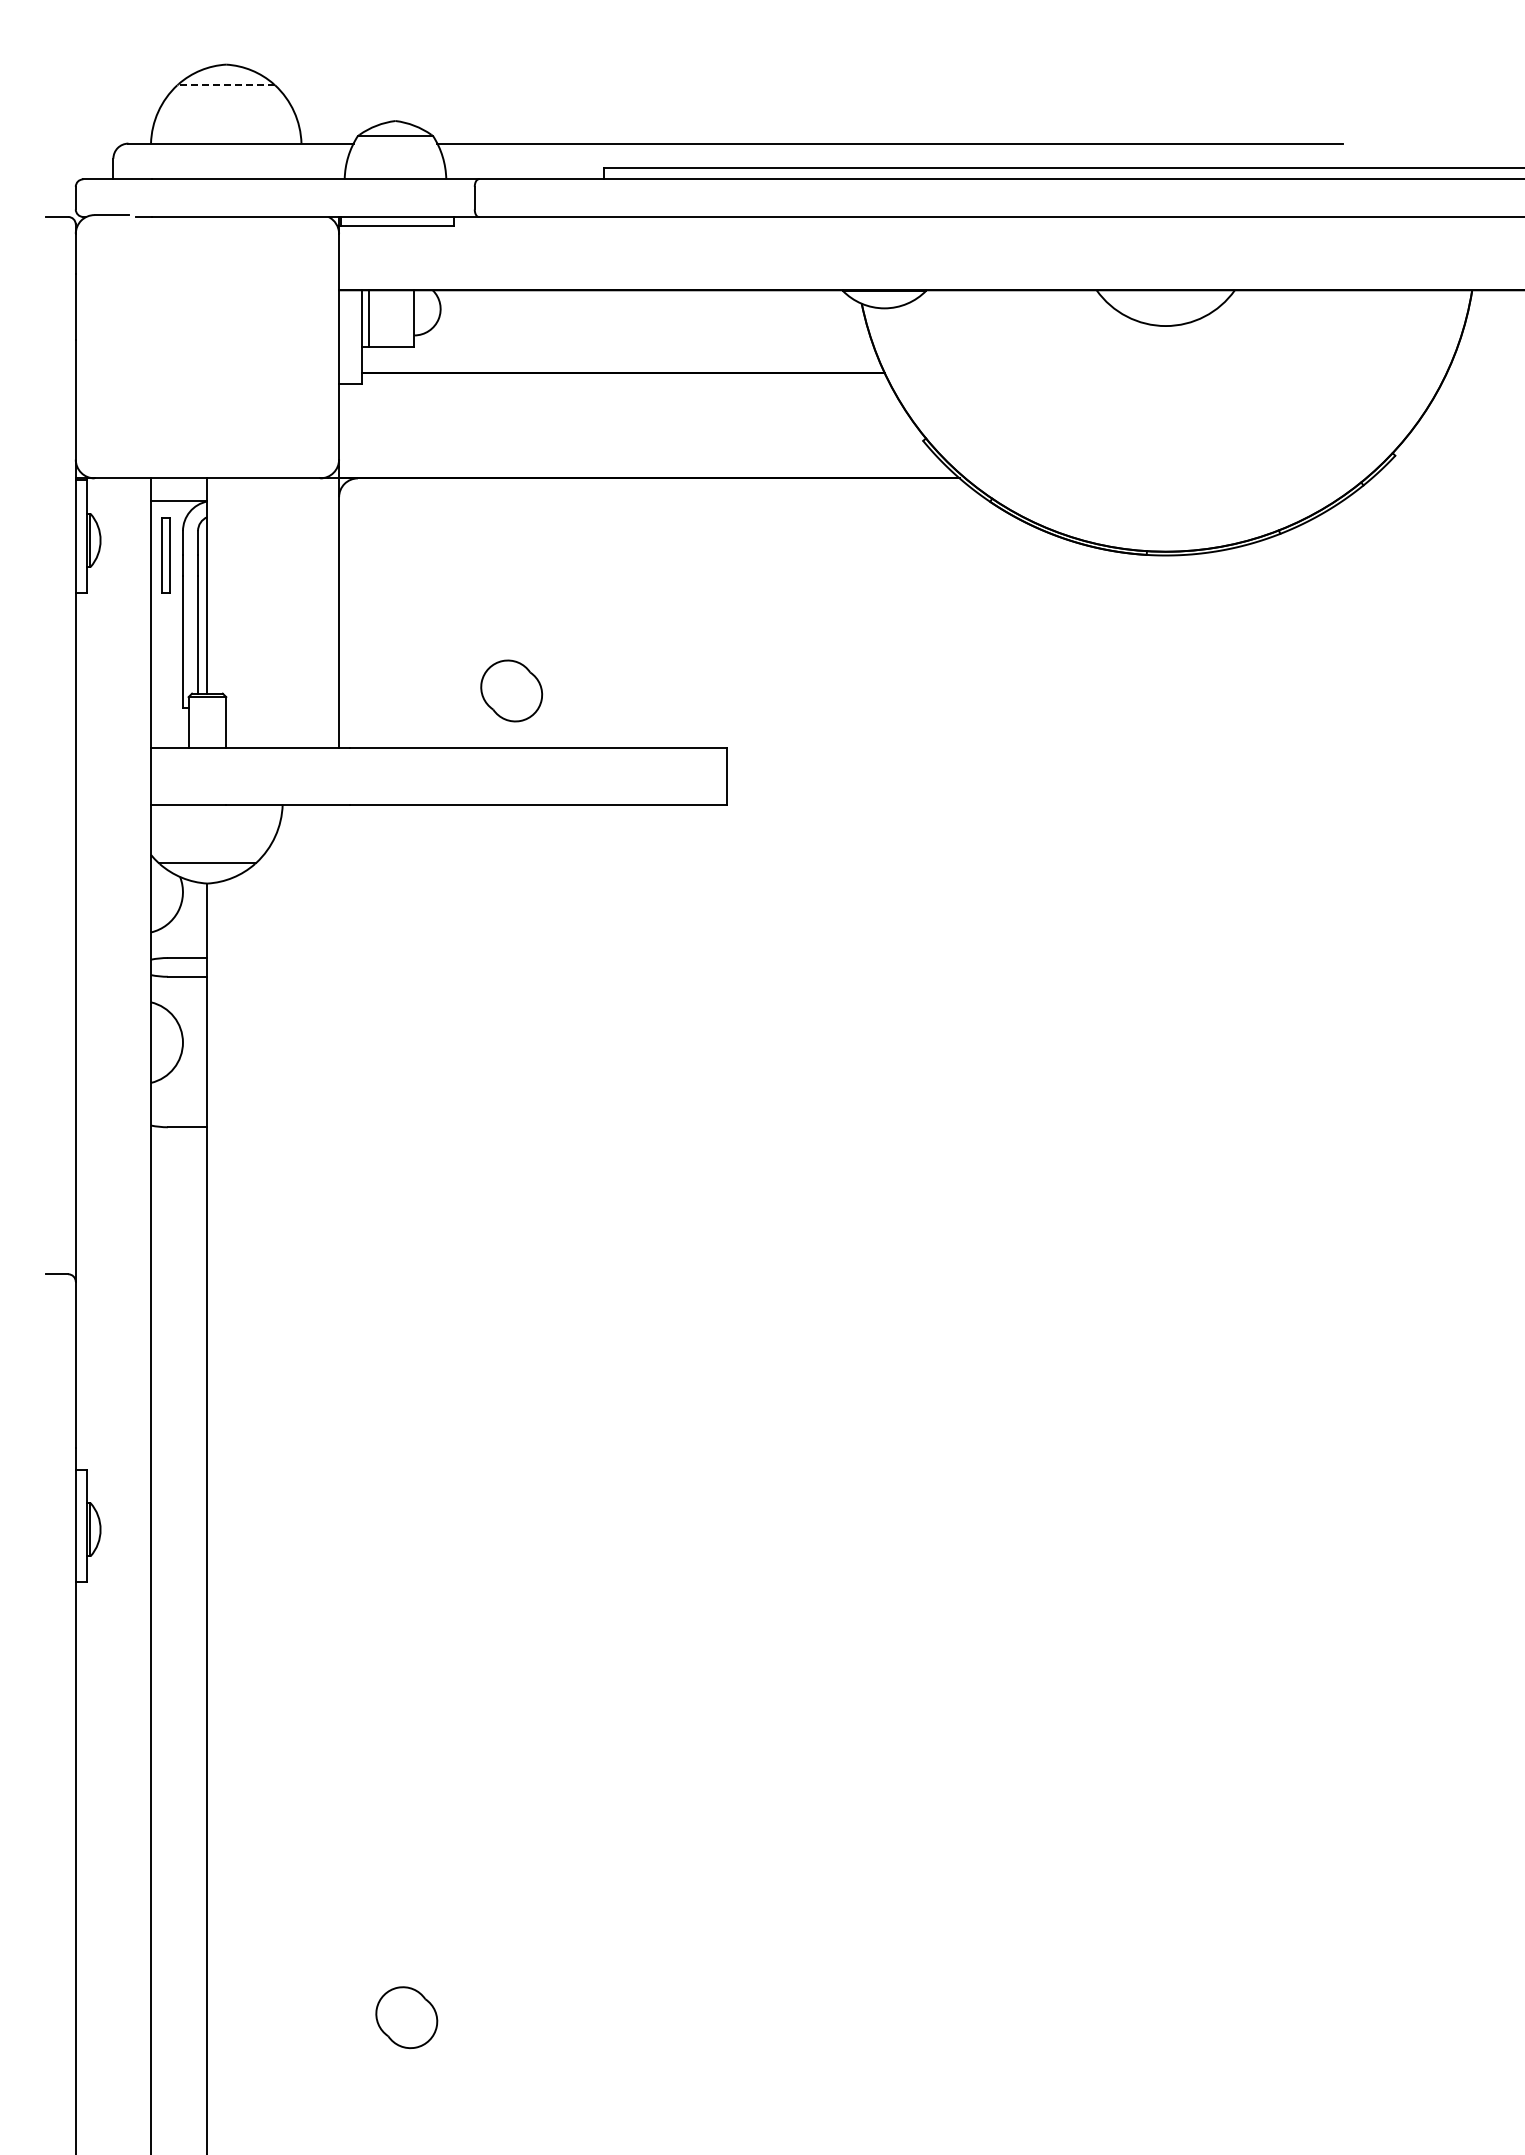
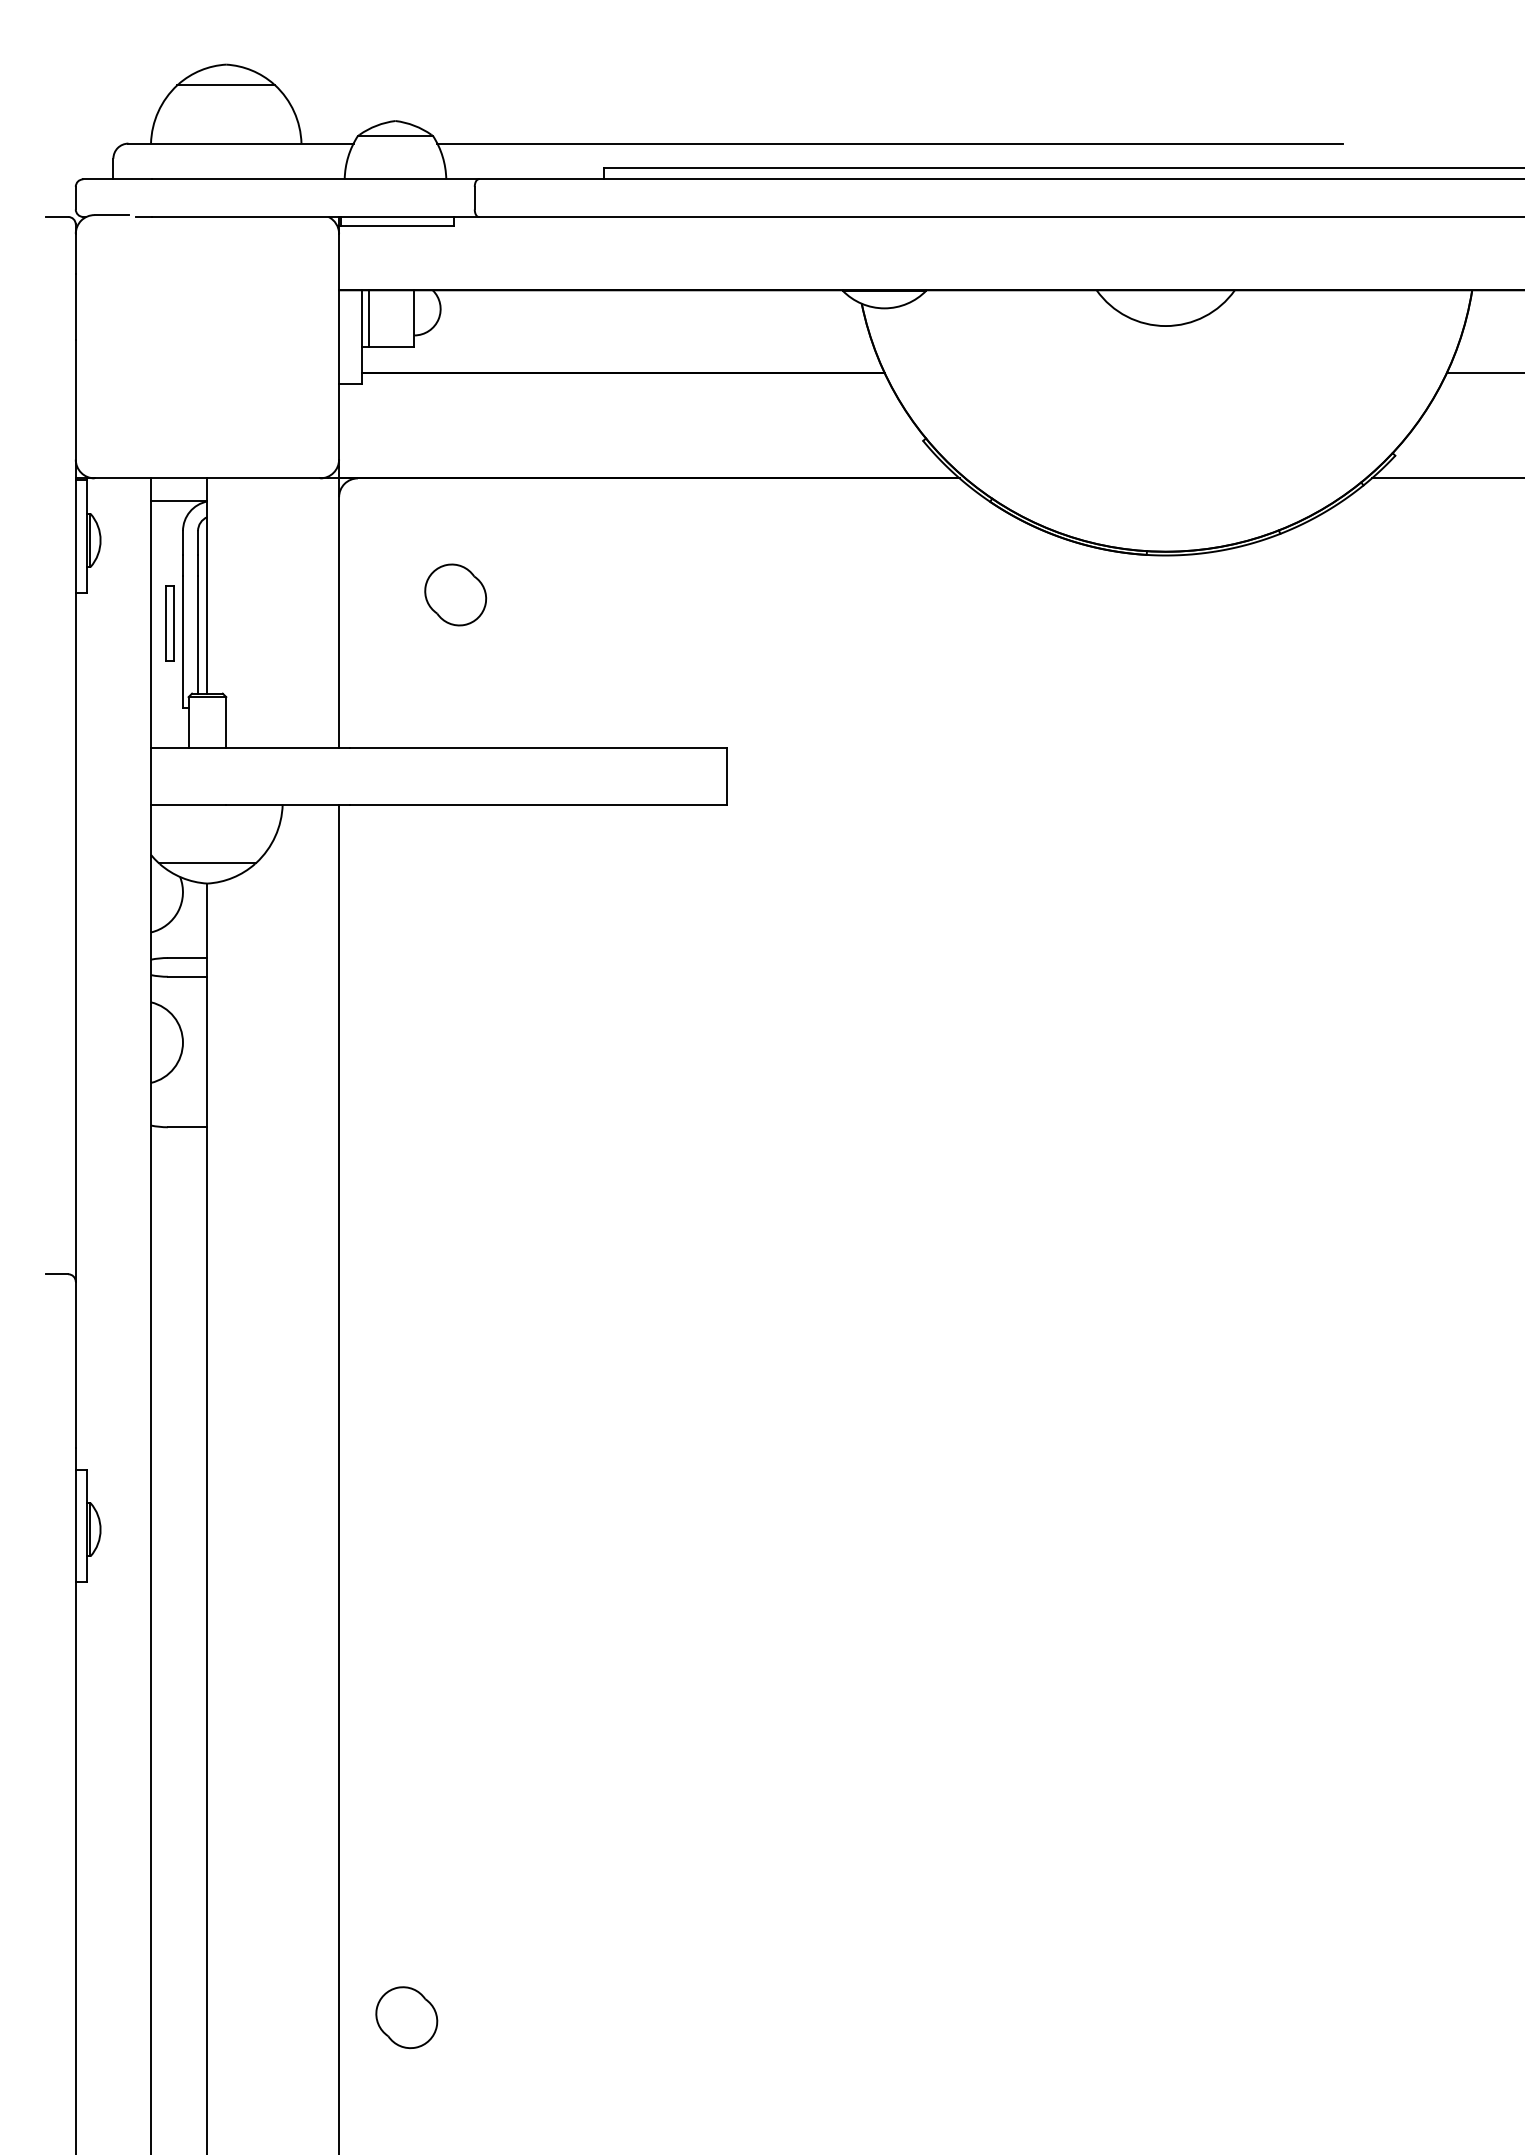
line at (226, 85): dashed -> solid
line at (1484, 372): none -> present
line at (1446, 478): none -> present
part at (165, 555) position: (165, 555) -> (169, 623)
part at (511, 690) position: (511, 690) -> (455, 594)
line at (339, 1477): none -> present
